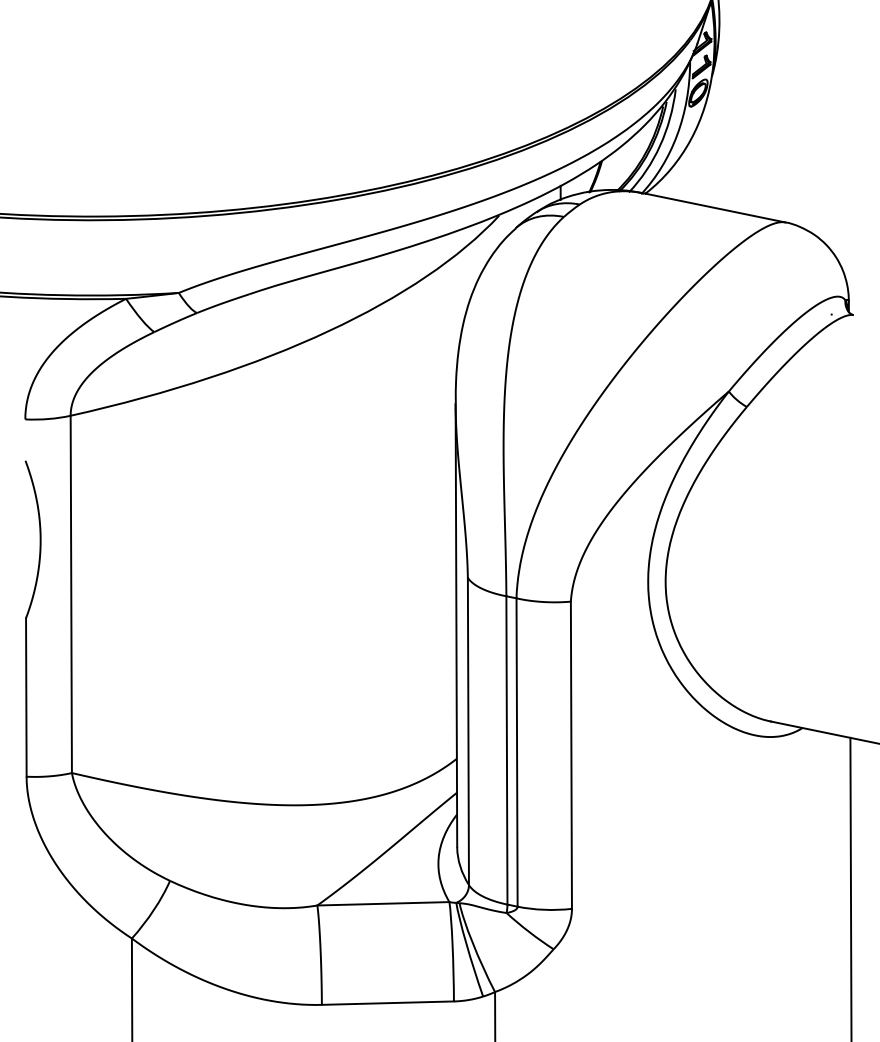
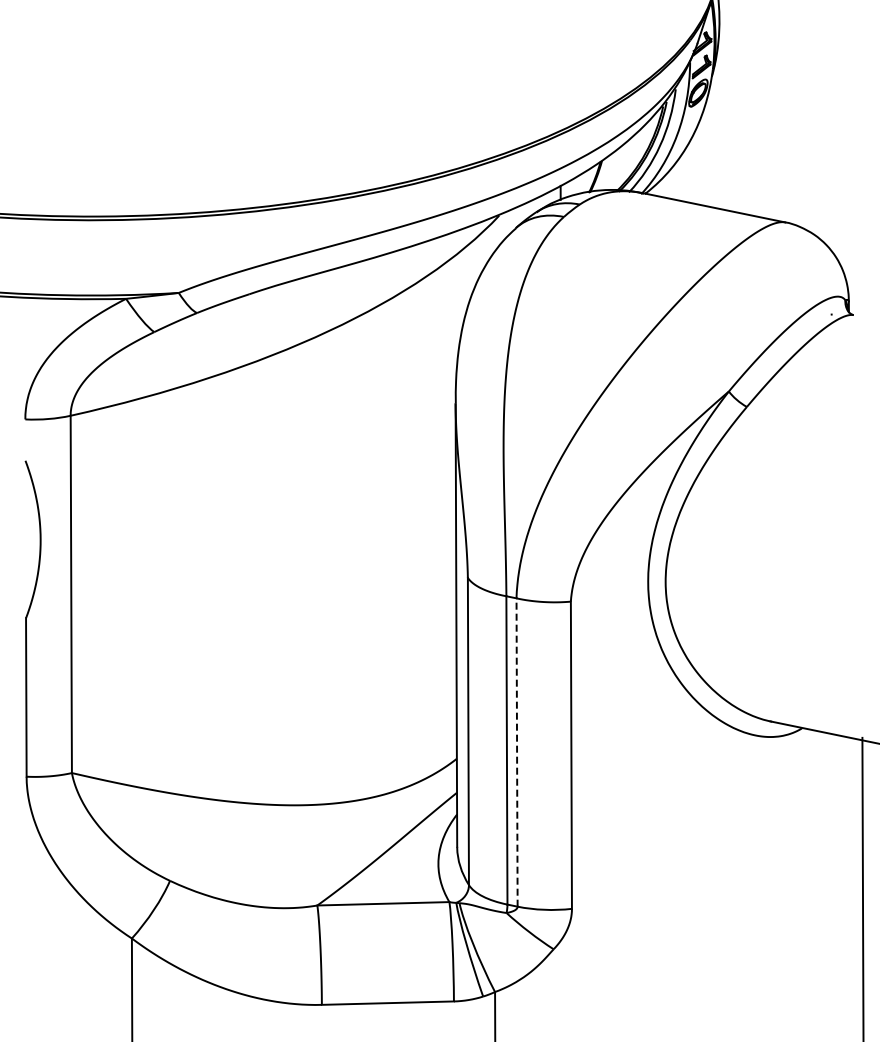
line at (517, 752): solid -> dashed
line at (850, 887) position: (850, 887) -> (862, 887)
